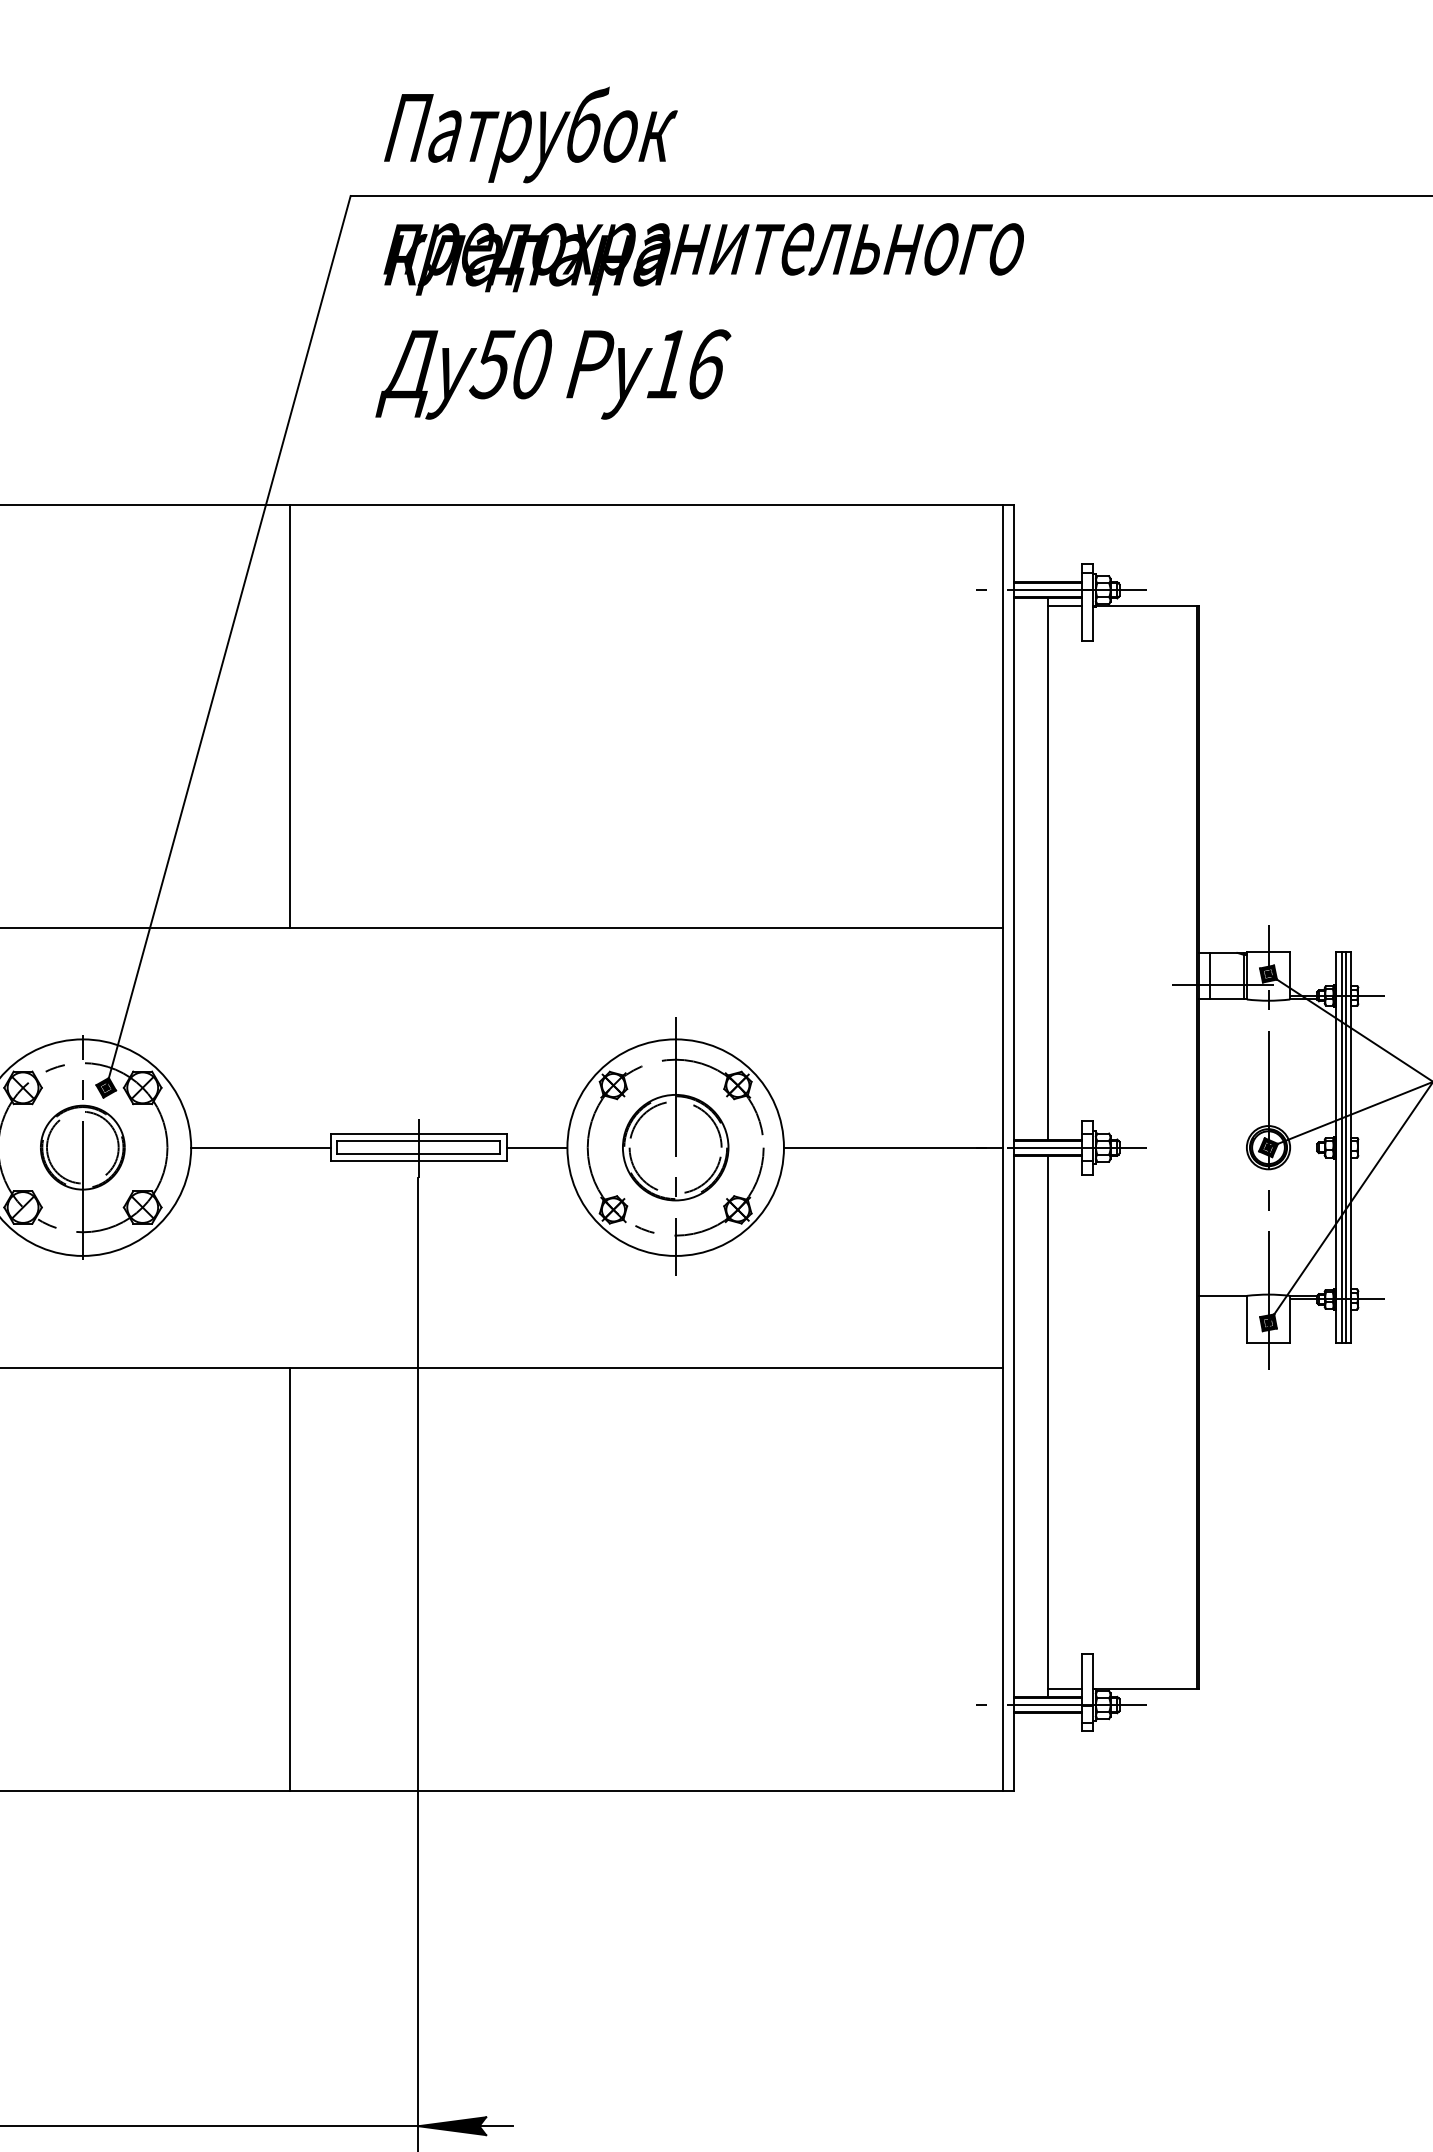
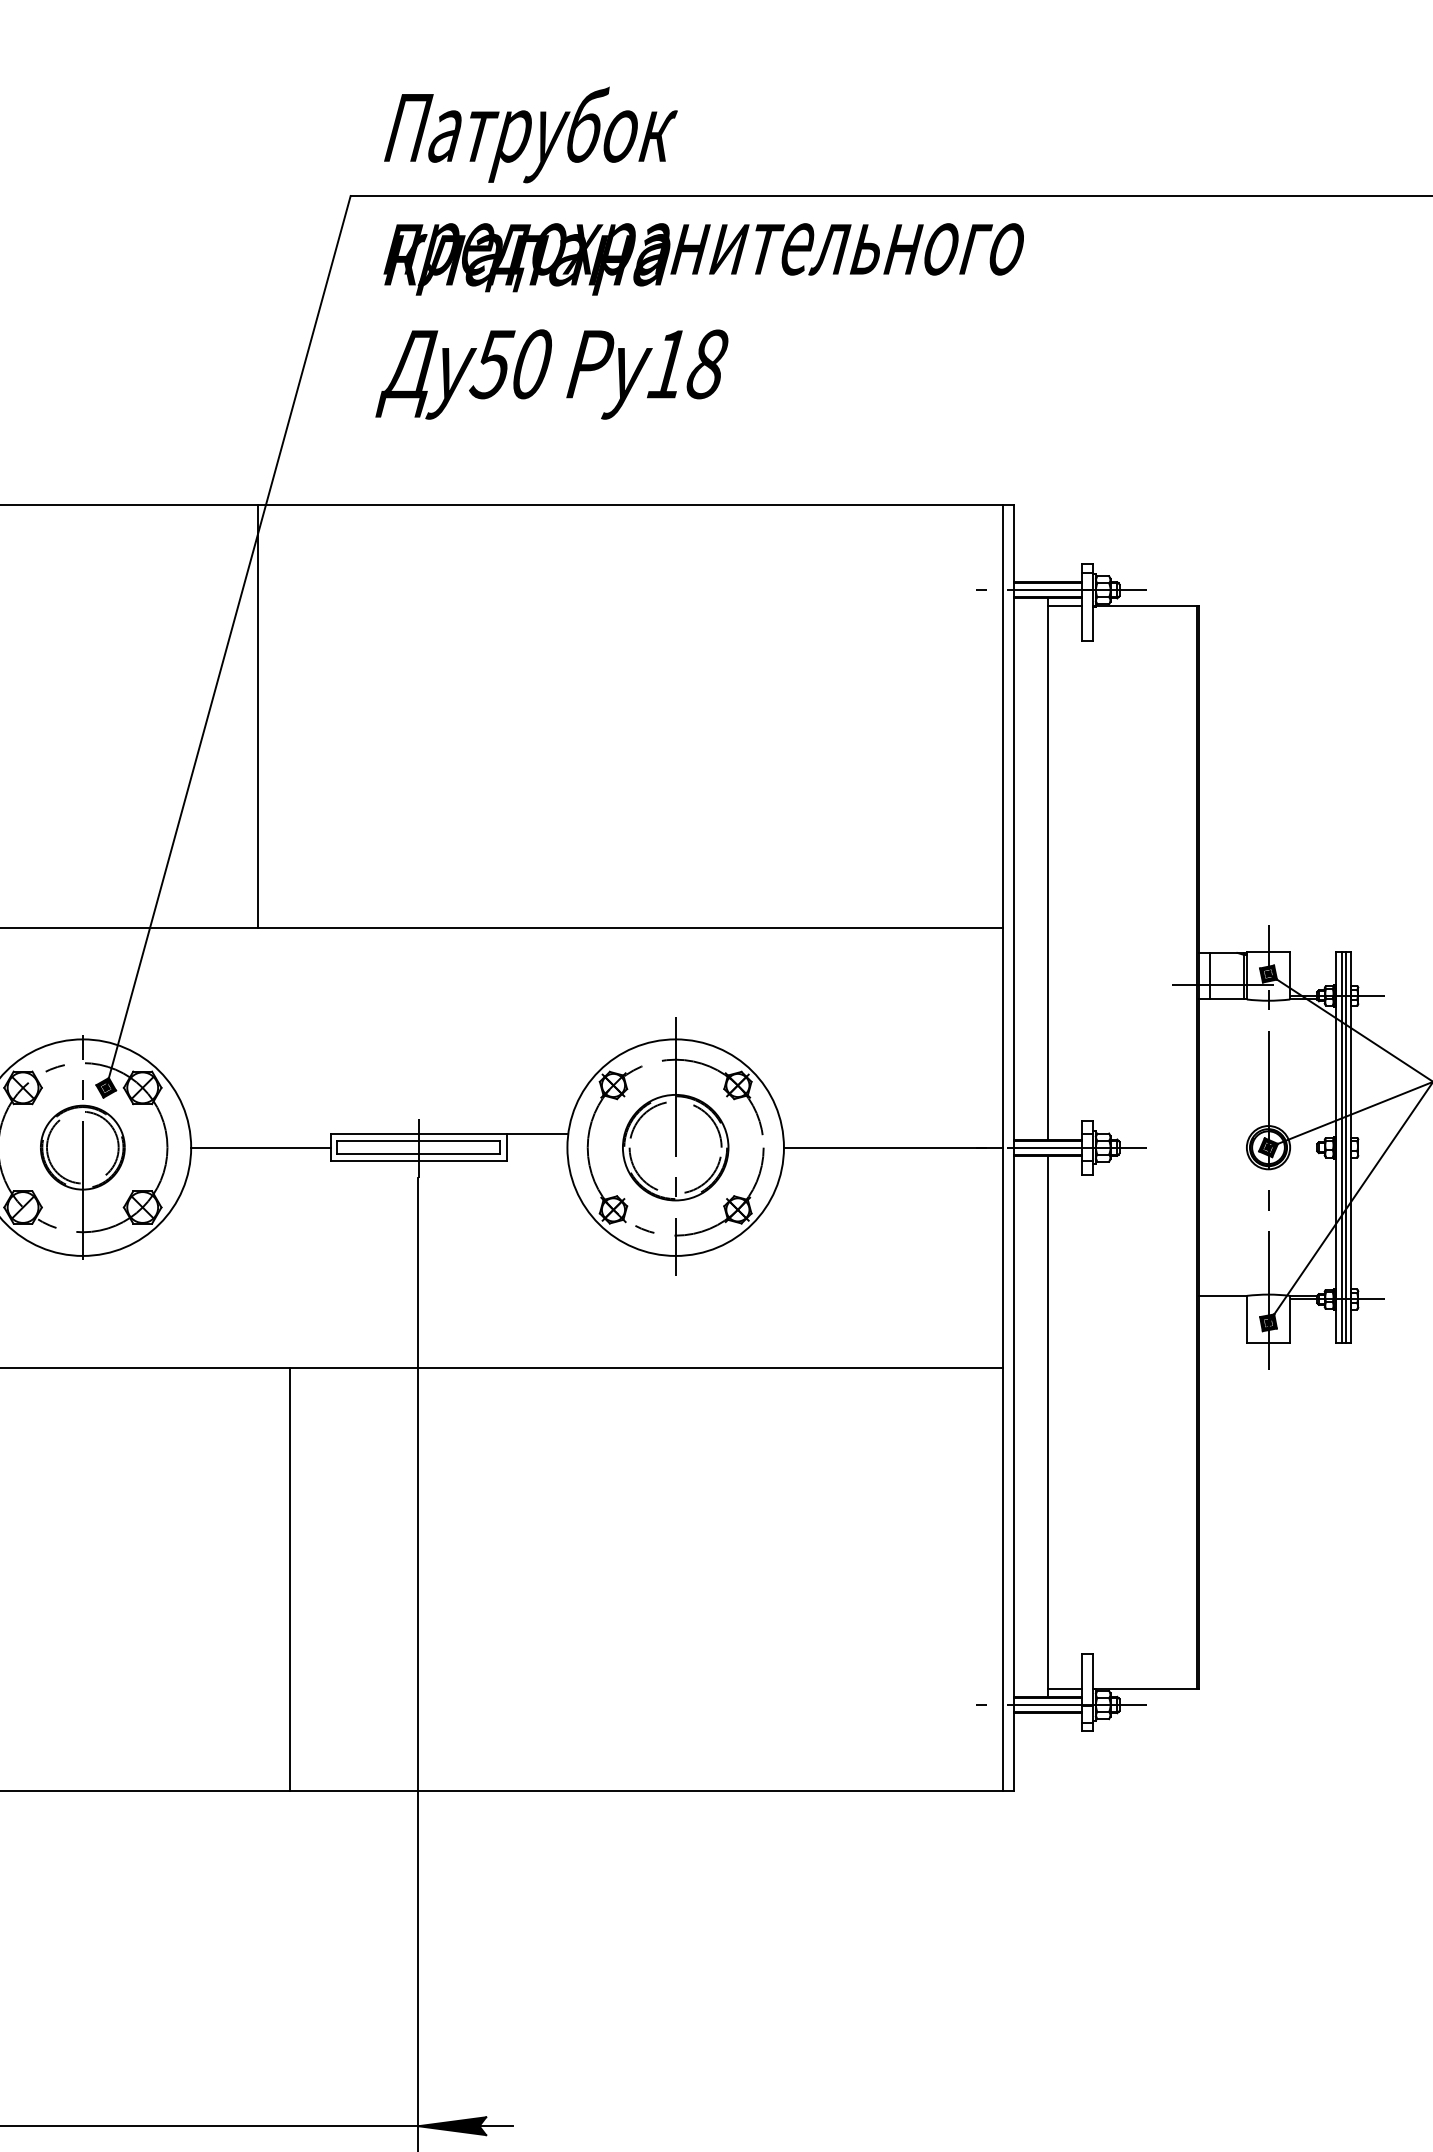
text at (708, 364): 16 -> 18
line at (289, 715) position: (289, 715) -> (257, 715)
line at (536, 1147) position: (536, 1147) -> (536, 1133)
